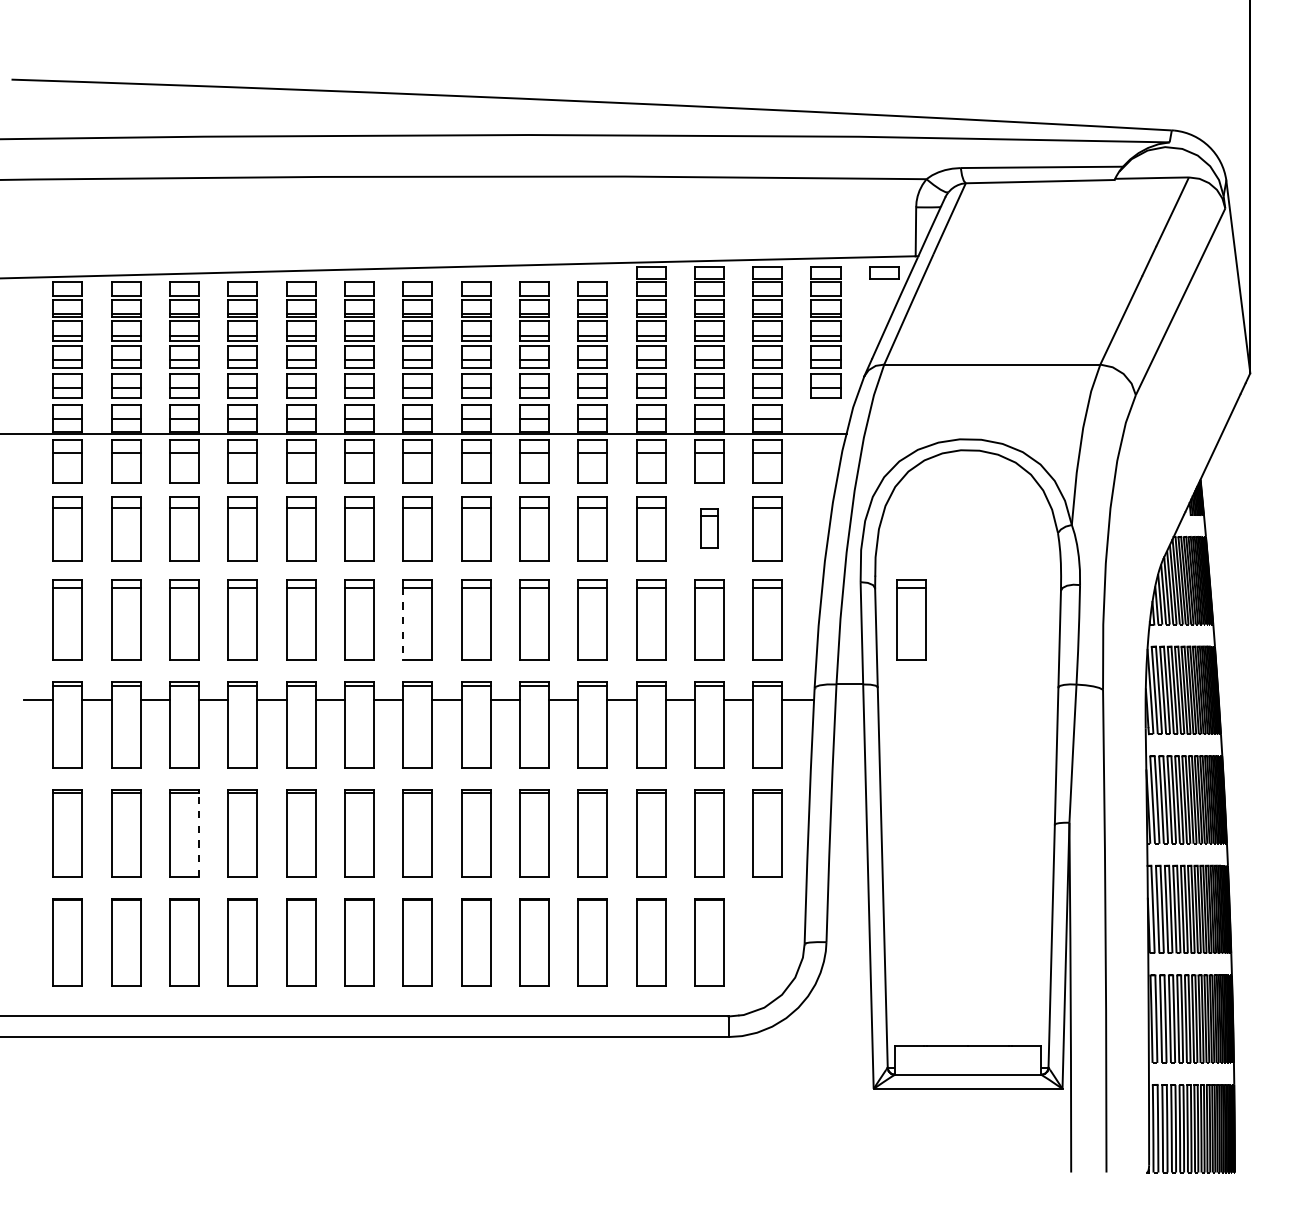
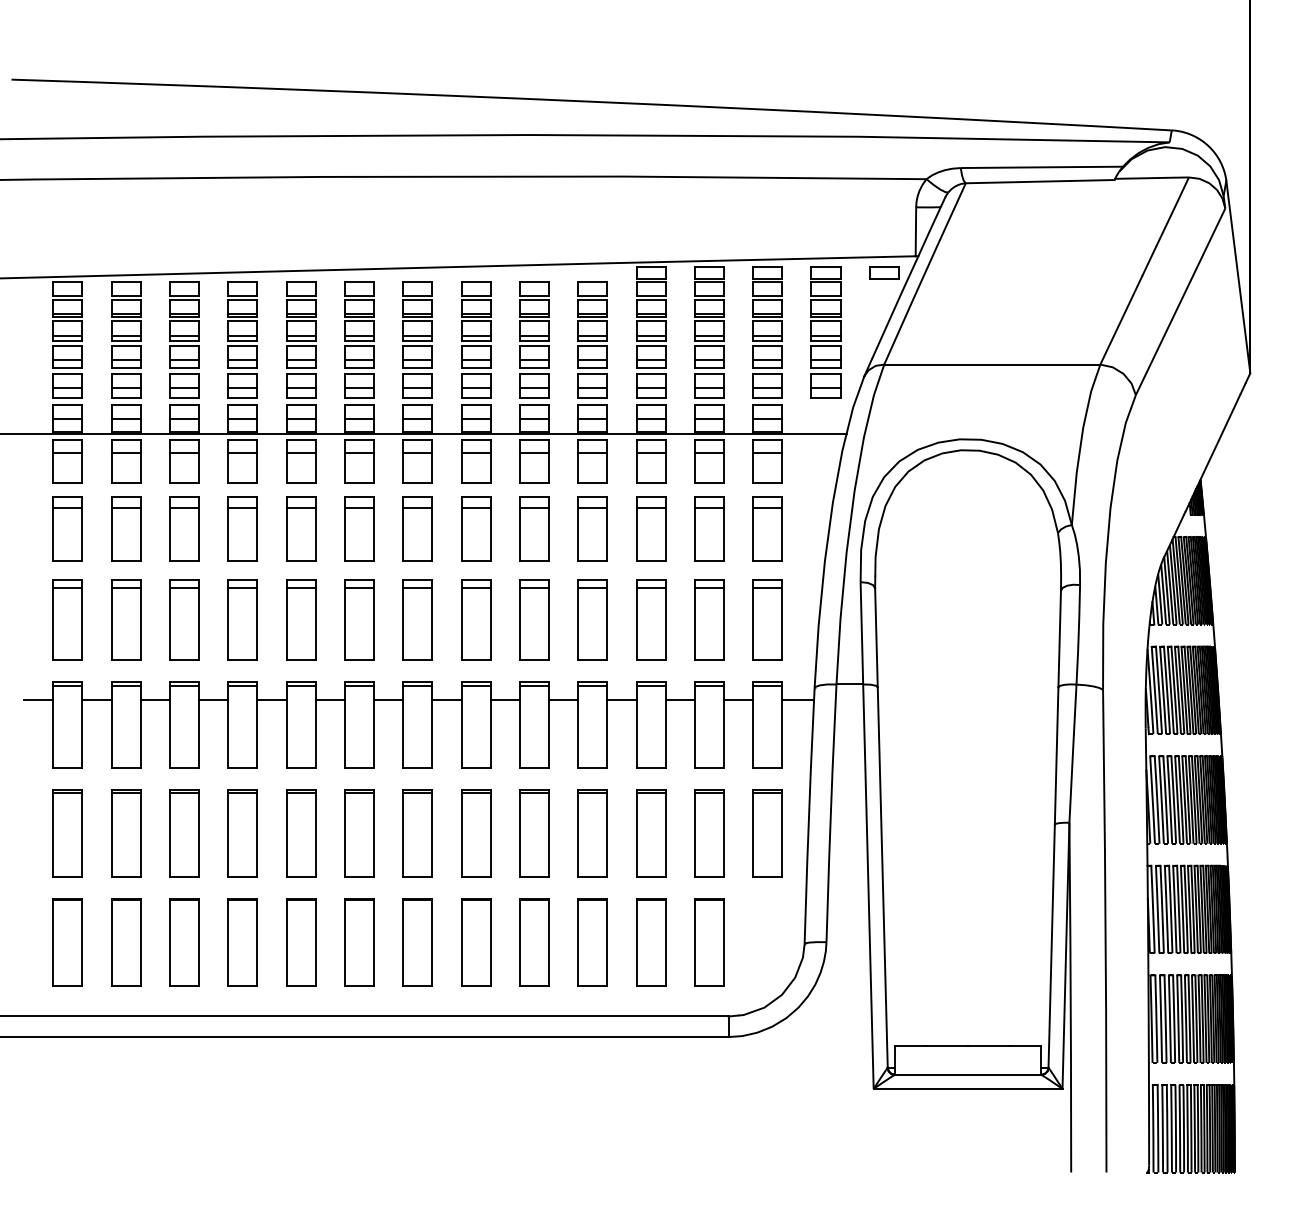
part at (709, 528) size: 19x41 px -> 31x66 px
part at (911, 619): present -> none
line at (403, 624): dashed -> solid
line at (199, 834): dashed -> solid
